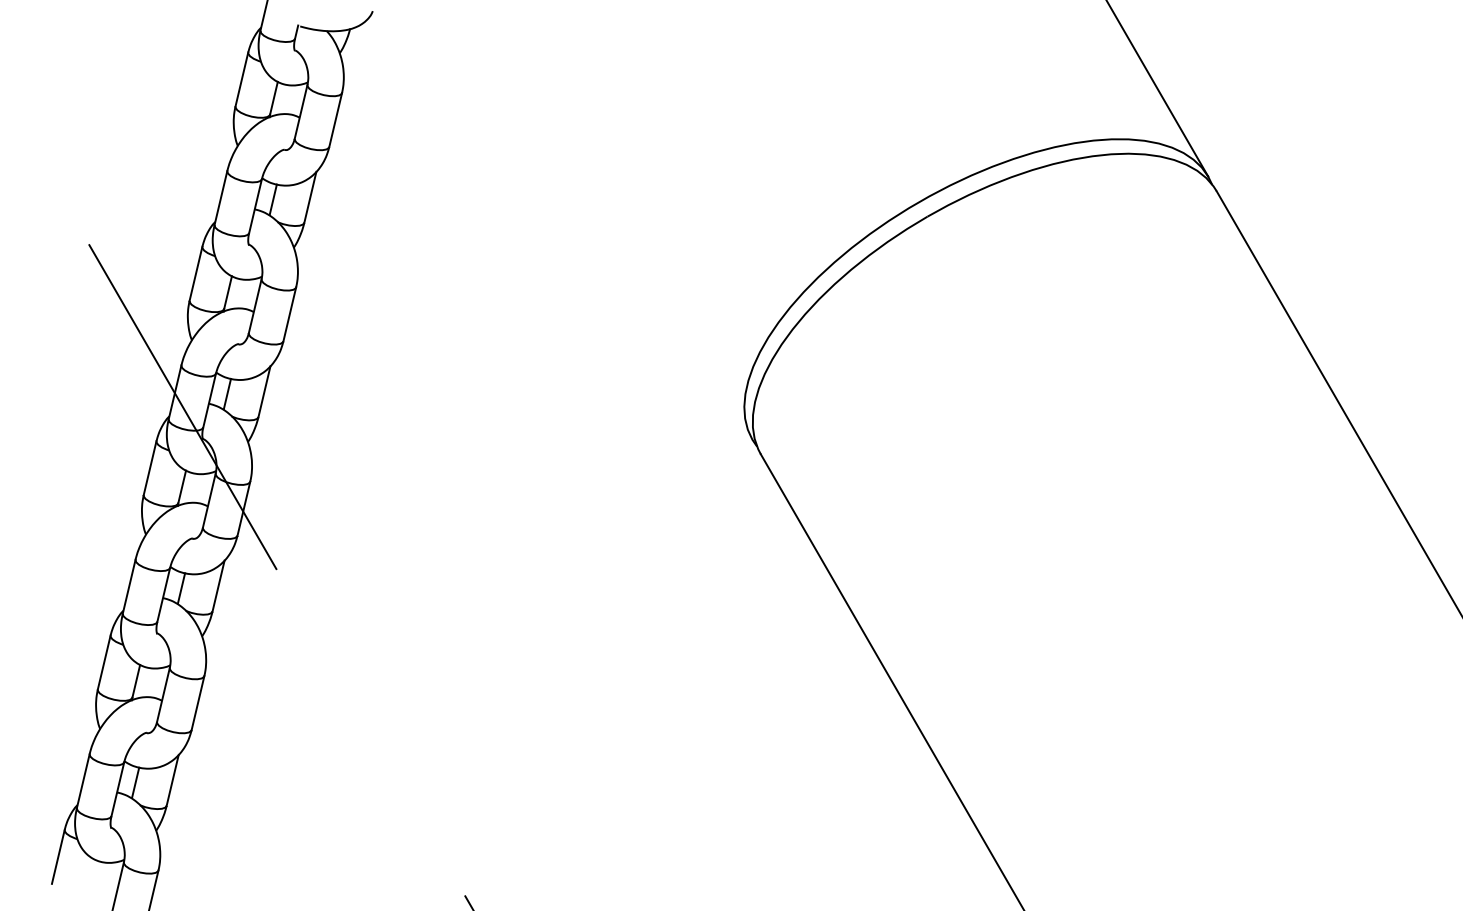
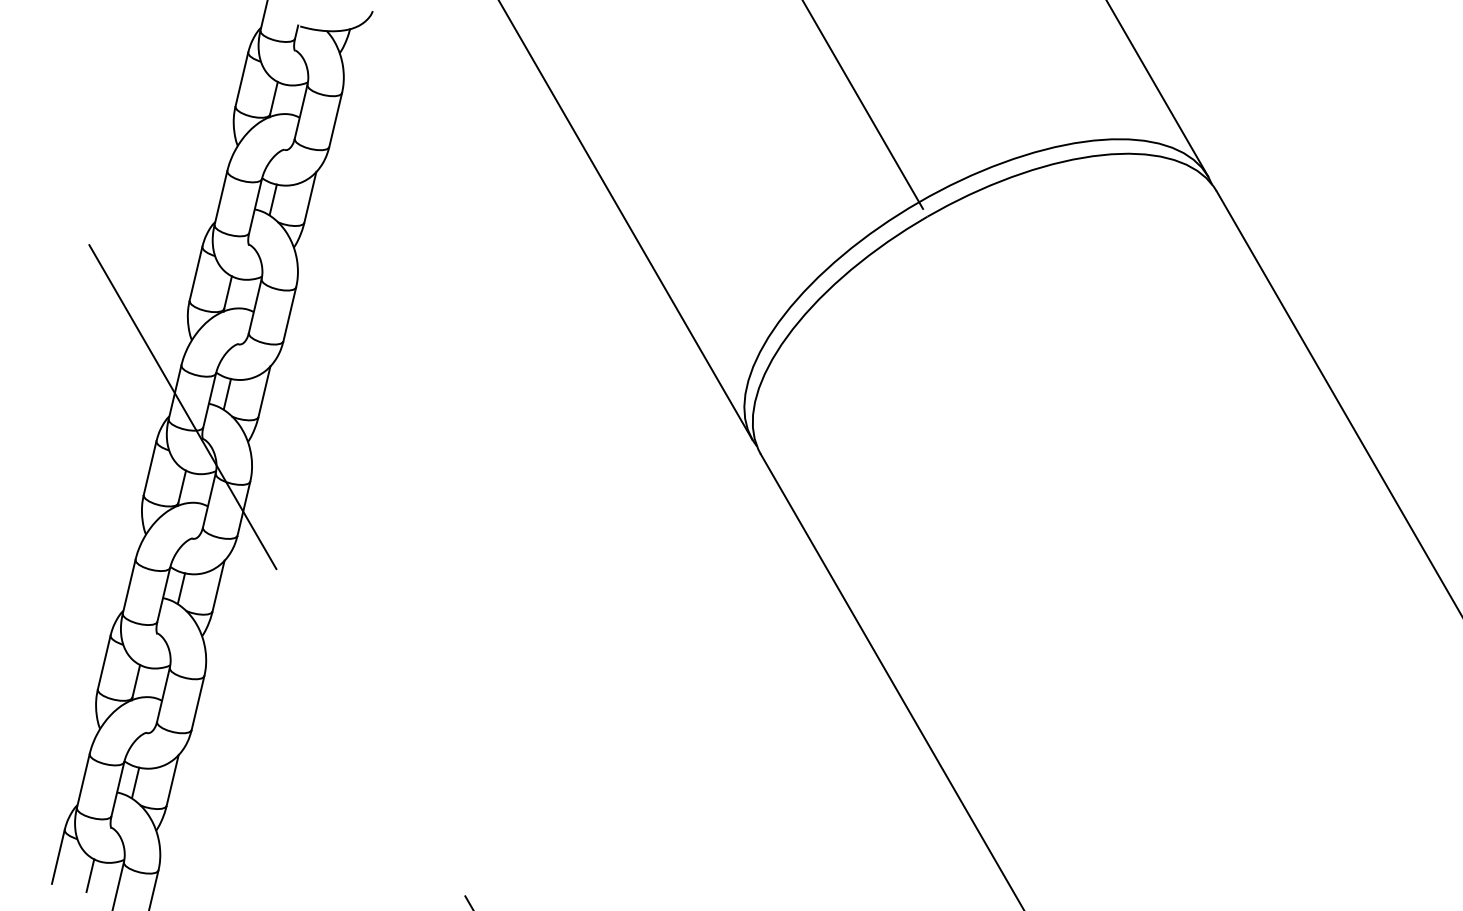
line at (863, 105): none -> present
line at (625, 220): none -> present
line at (90, 875): none -> present
